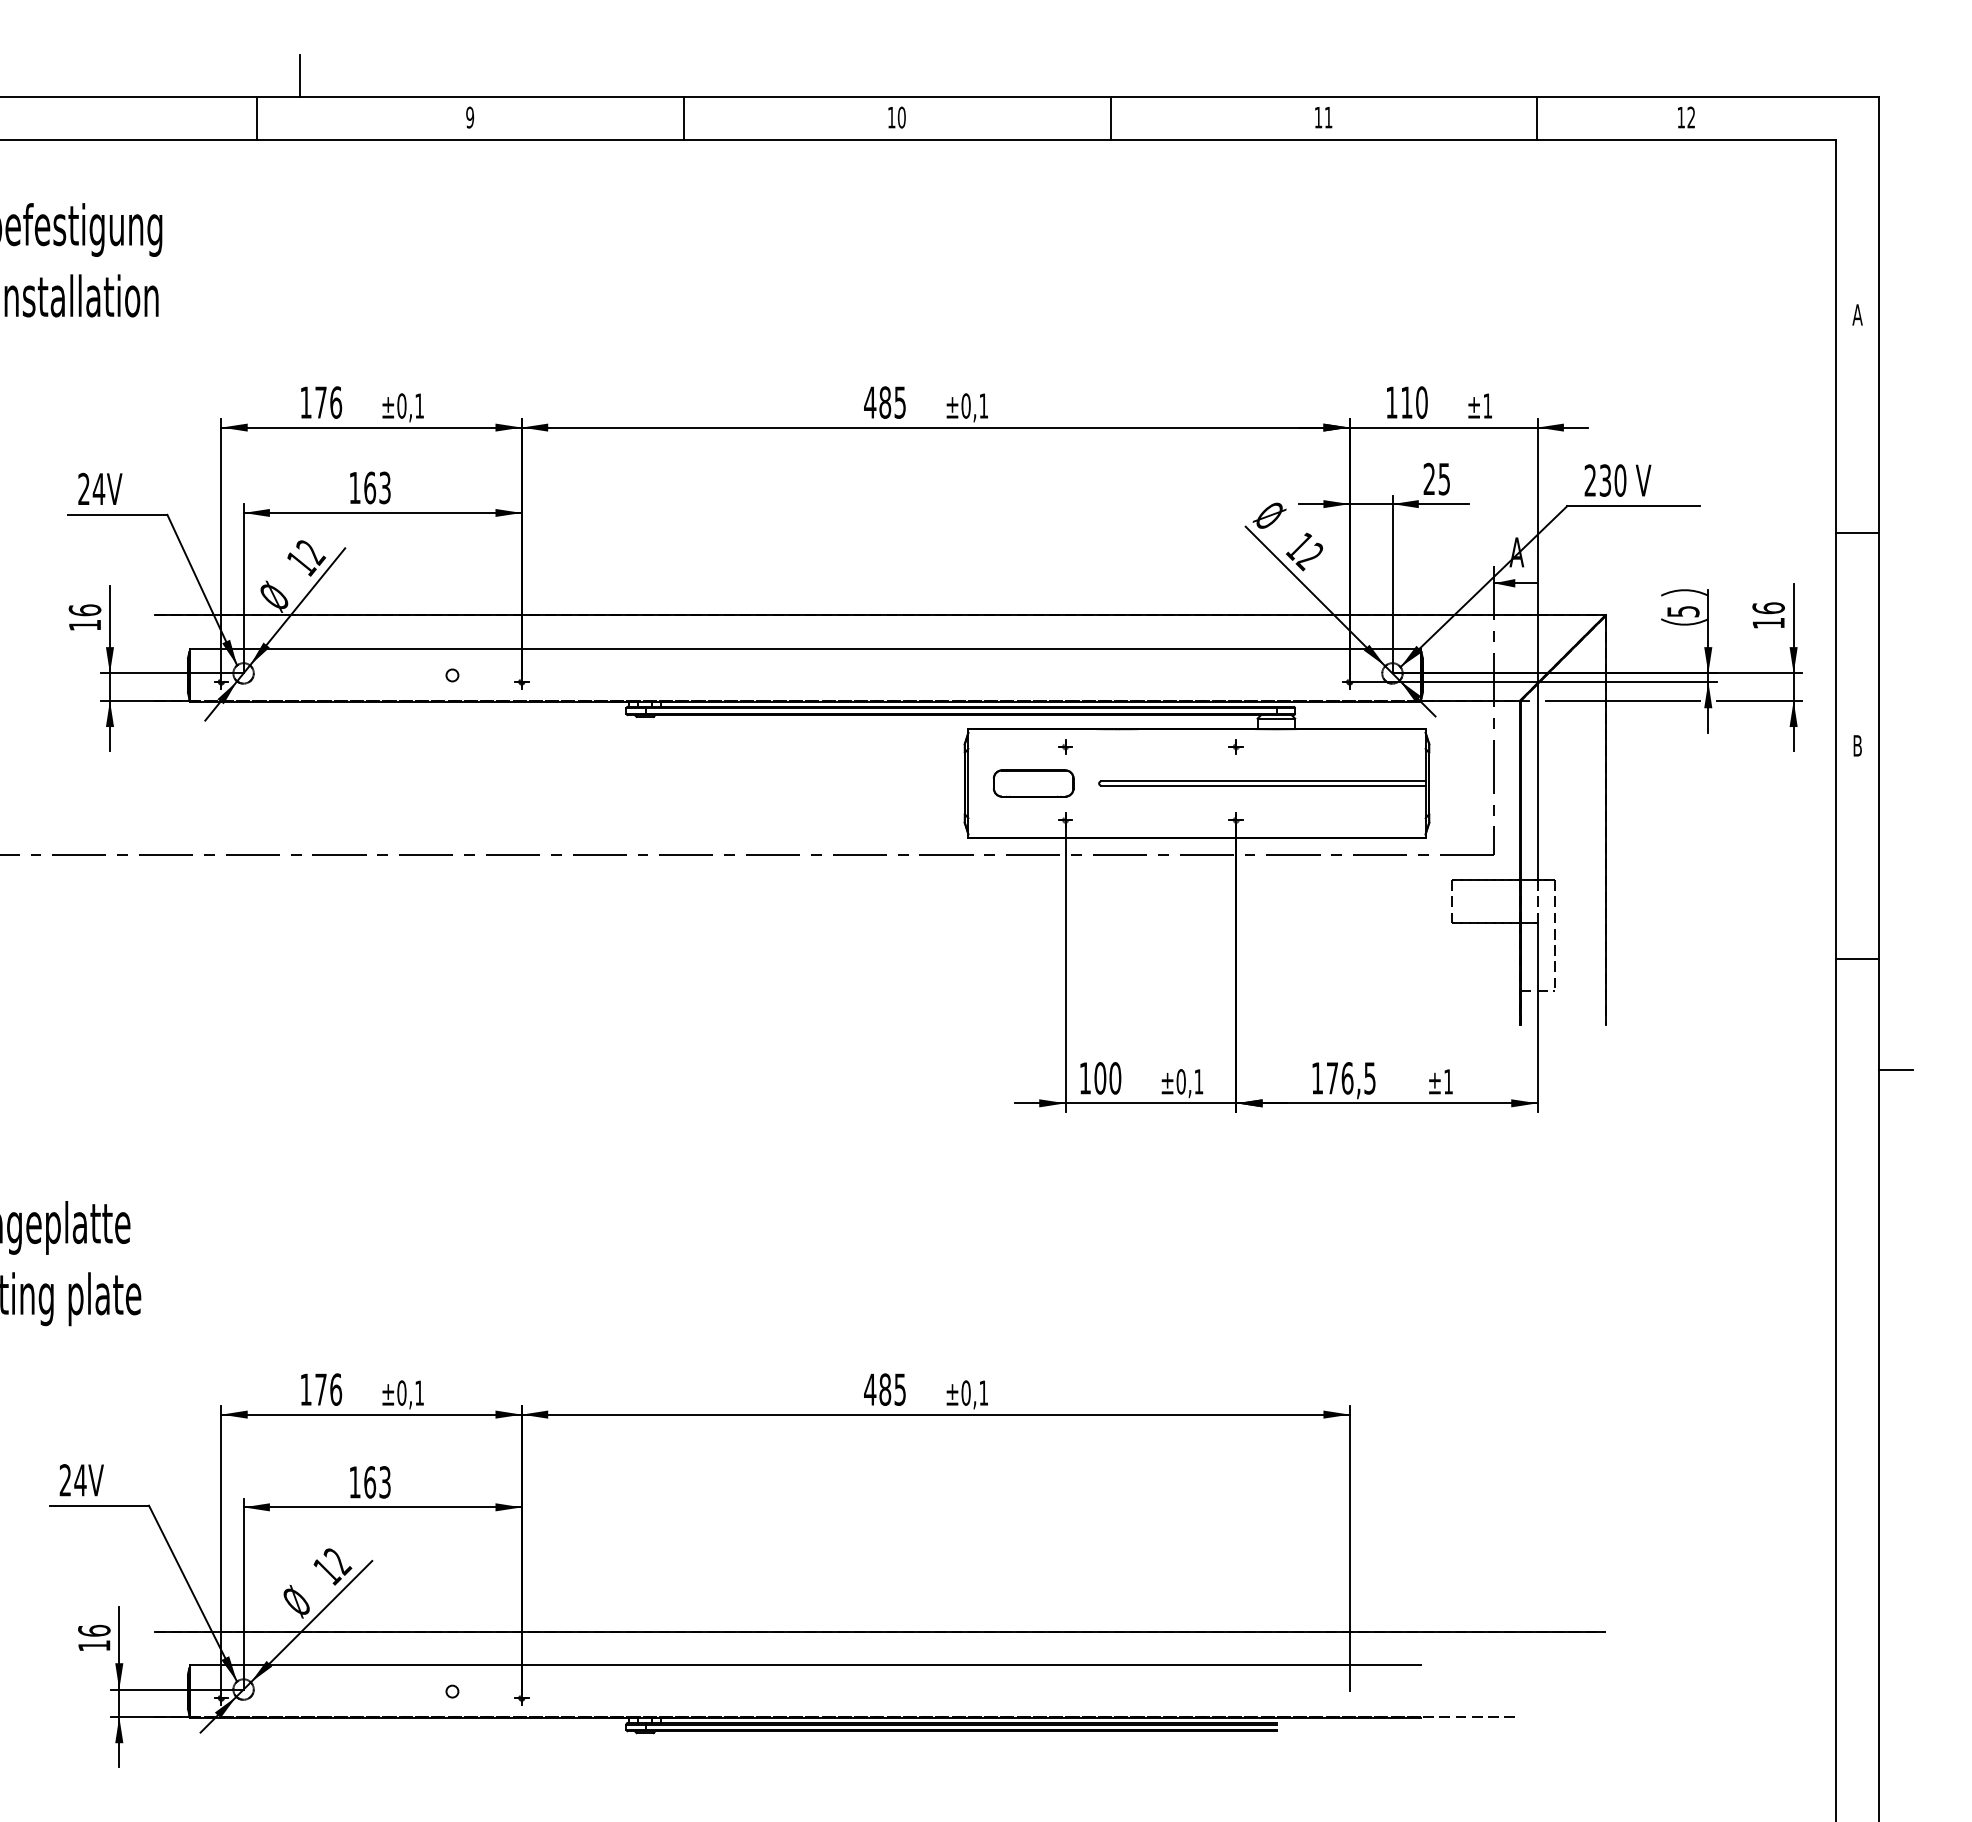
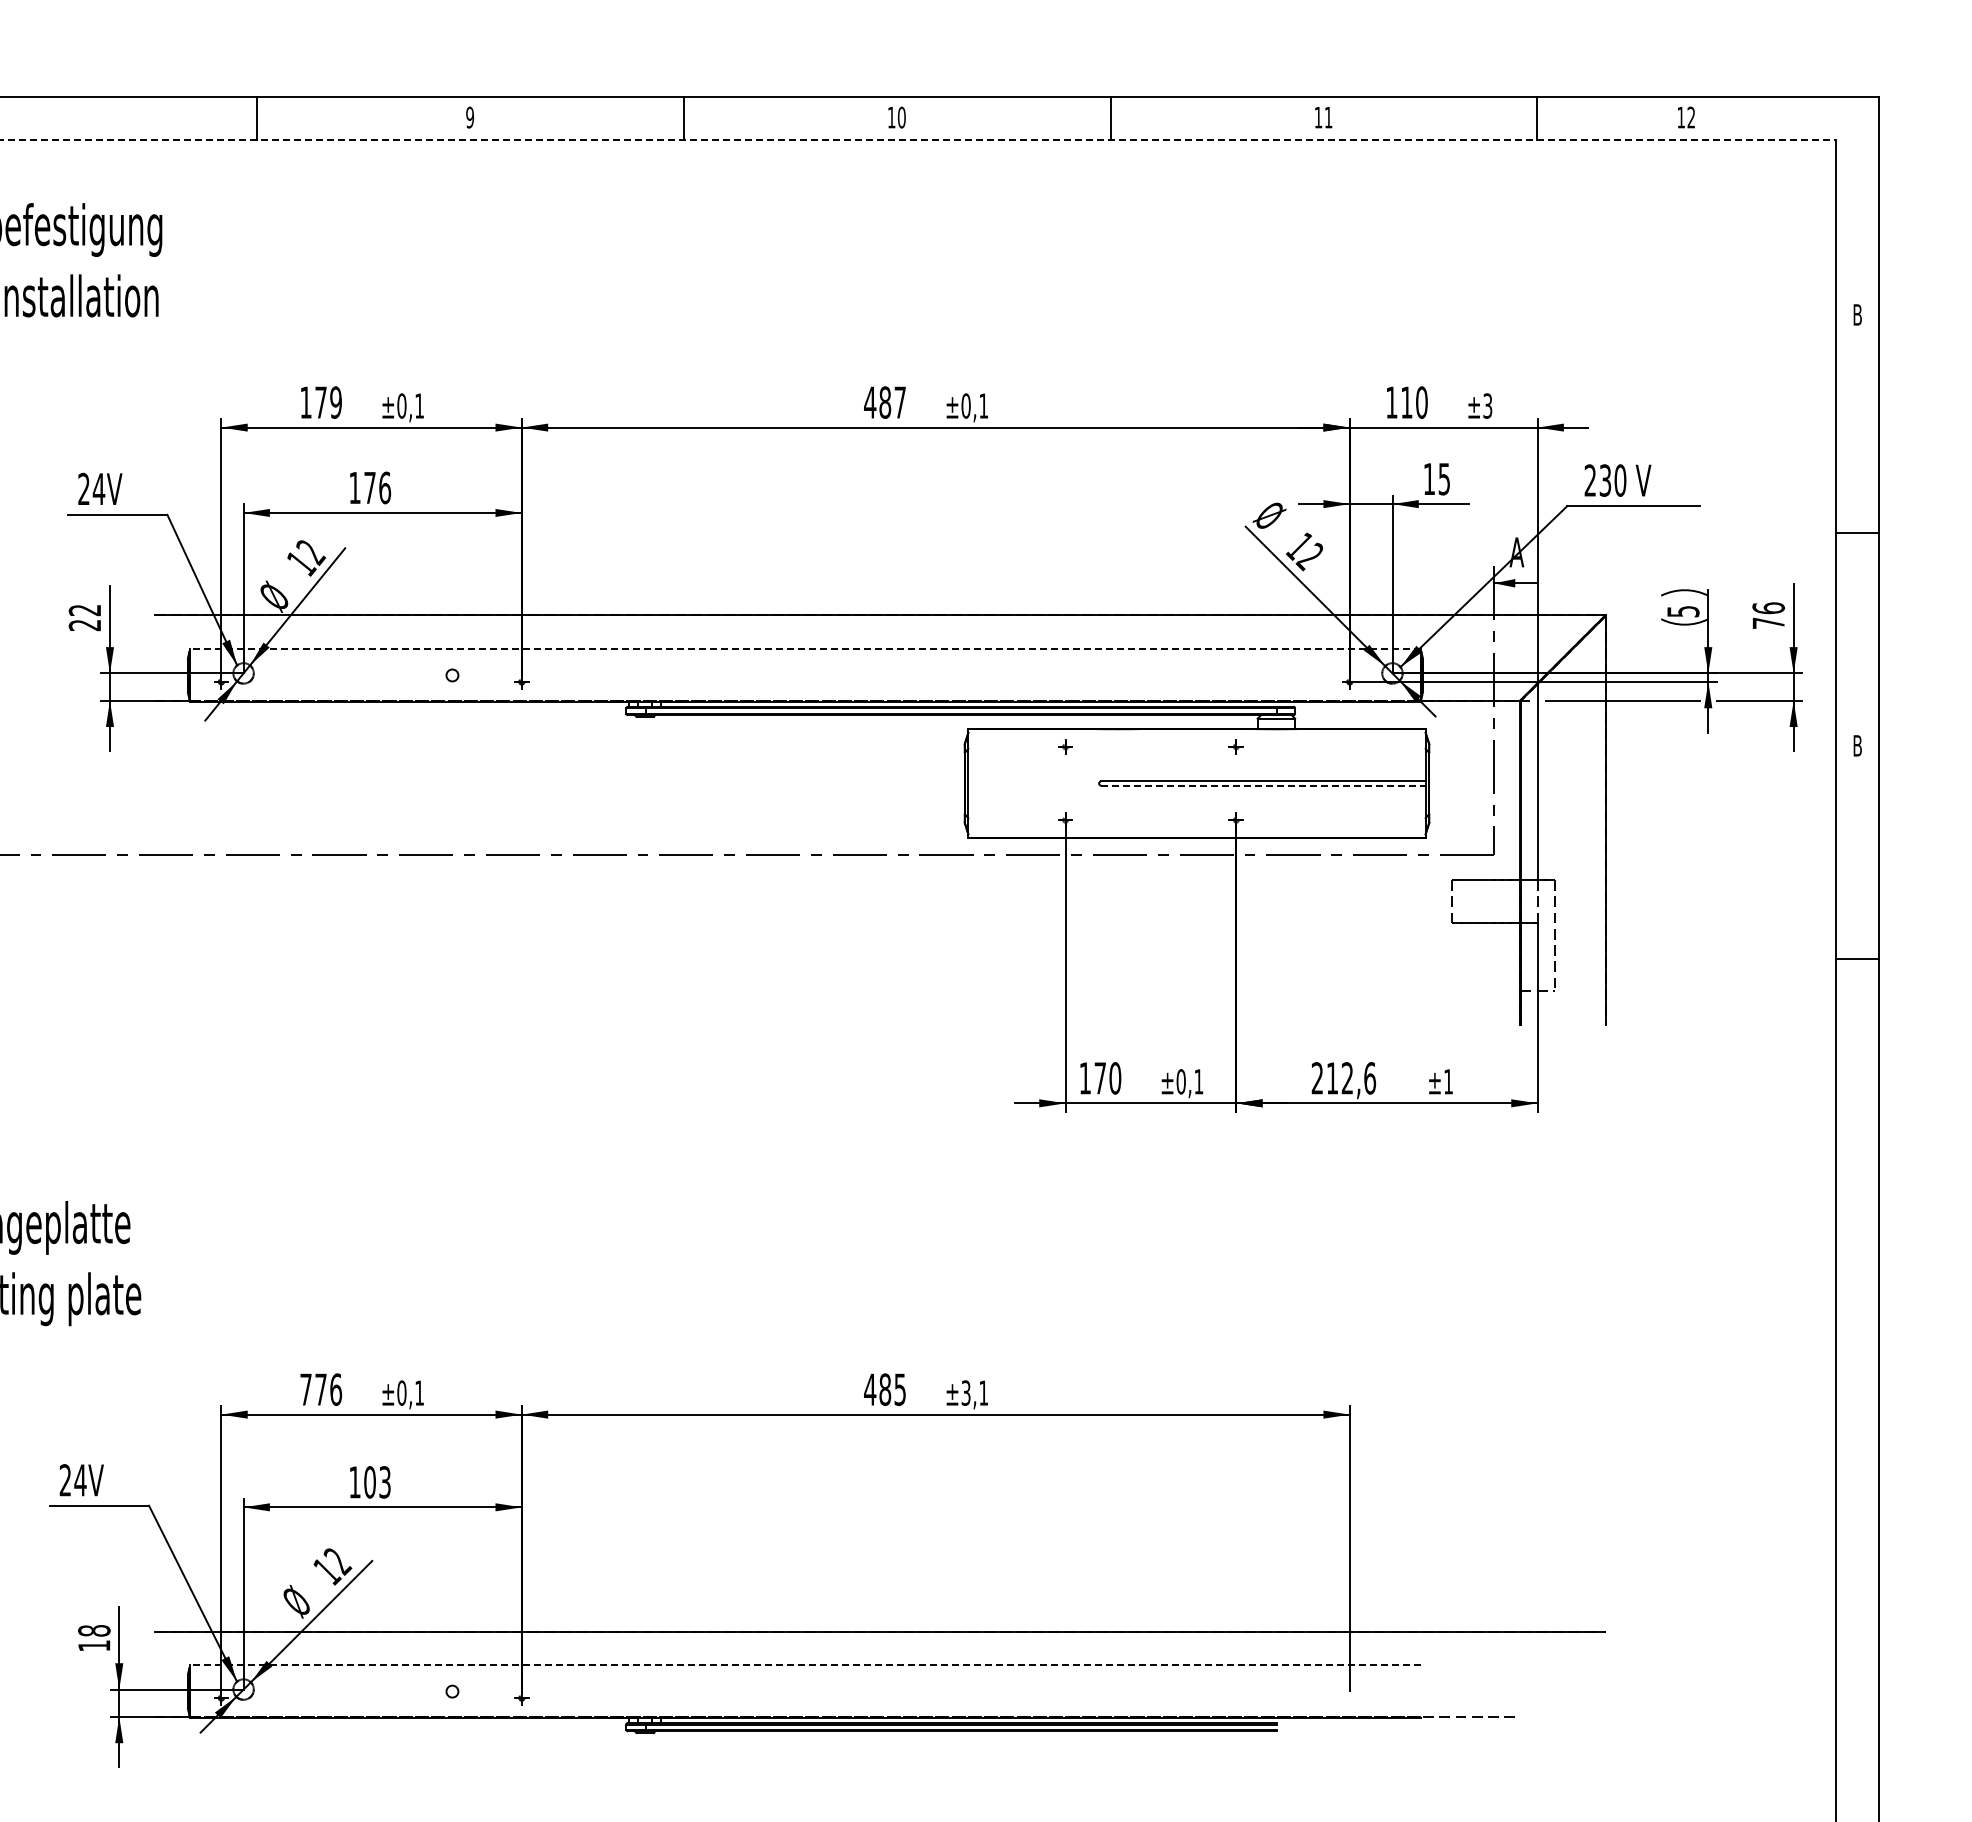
line at (299, 75): present -> none
line at (918, 139): solid -> dashed
text at (1857, 314): A -> B
text at (336, 402): 176 -> 179
text at (899, 402): 485 -> 487
text at (1487, 405): ±1 -> ±3
text at (1428, 478): 25 -> 15
text at (377, 487): 163 -> 176
text at (84, 617): 16 -> 22
text at (1768, 622): 16 -> 76
line at (805, 649): solid -> dashed
part at (1033, 783): present -> none
line at (1263, 785): solid -> dashed
line at (1895, 1070): present -> none
text at (1100, 1078): 100 -> 170
text at (1343, 1078): 176,5 -> 212,6
text at (305, 1389): 176 -> 776
text at (965, 1392): ±0,1 -> ±3,1
text at (370, 1482): 163 -> 103
text at (94, 1630): 16 -> 18
line at (805, 1665): solid -> dashed
